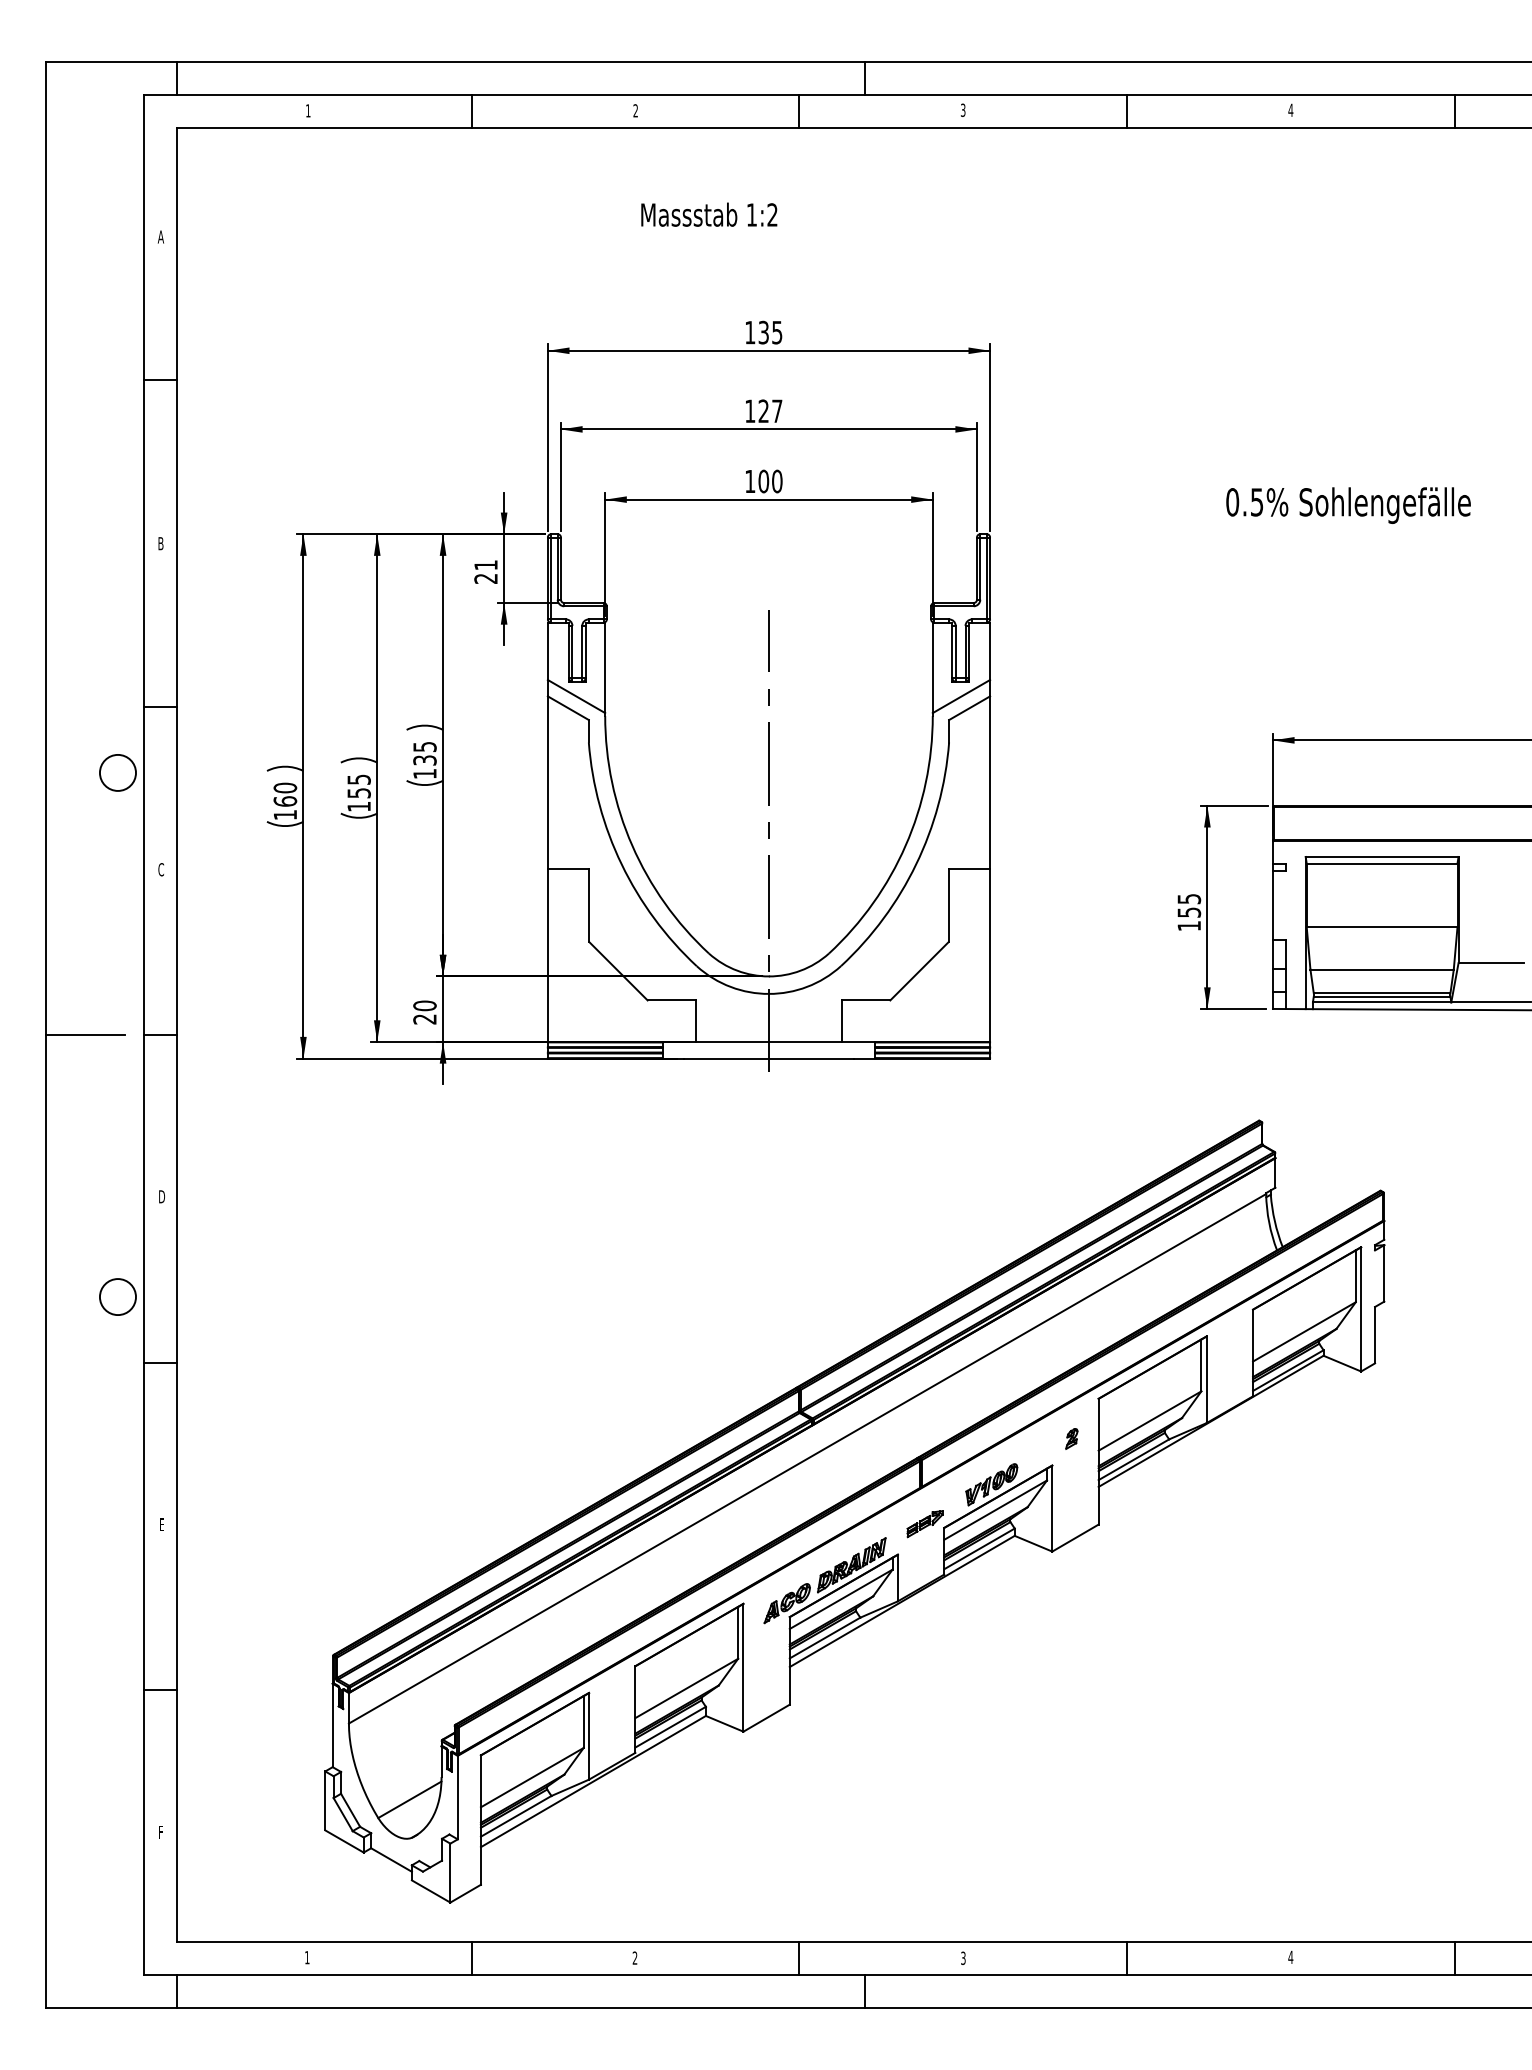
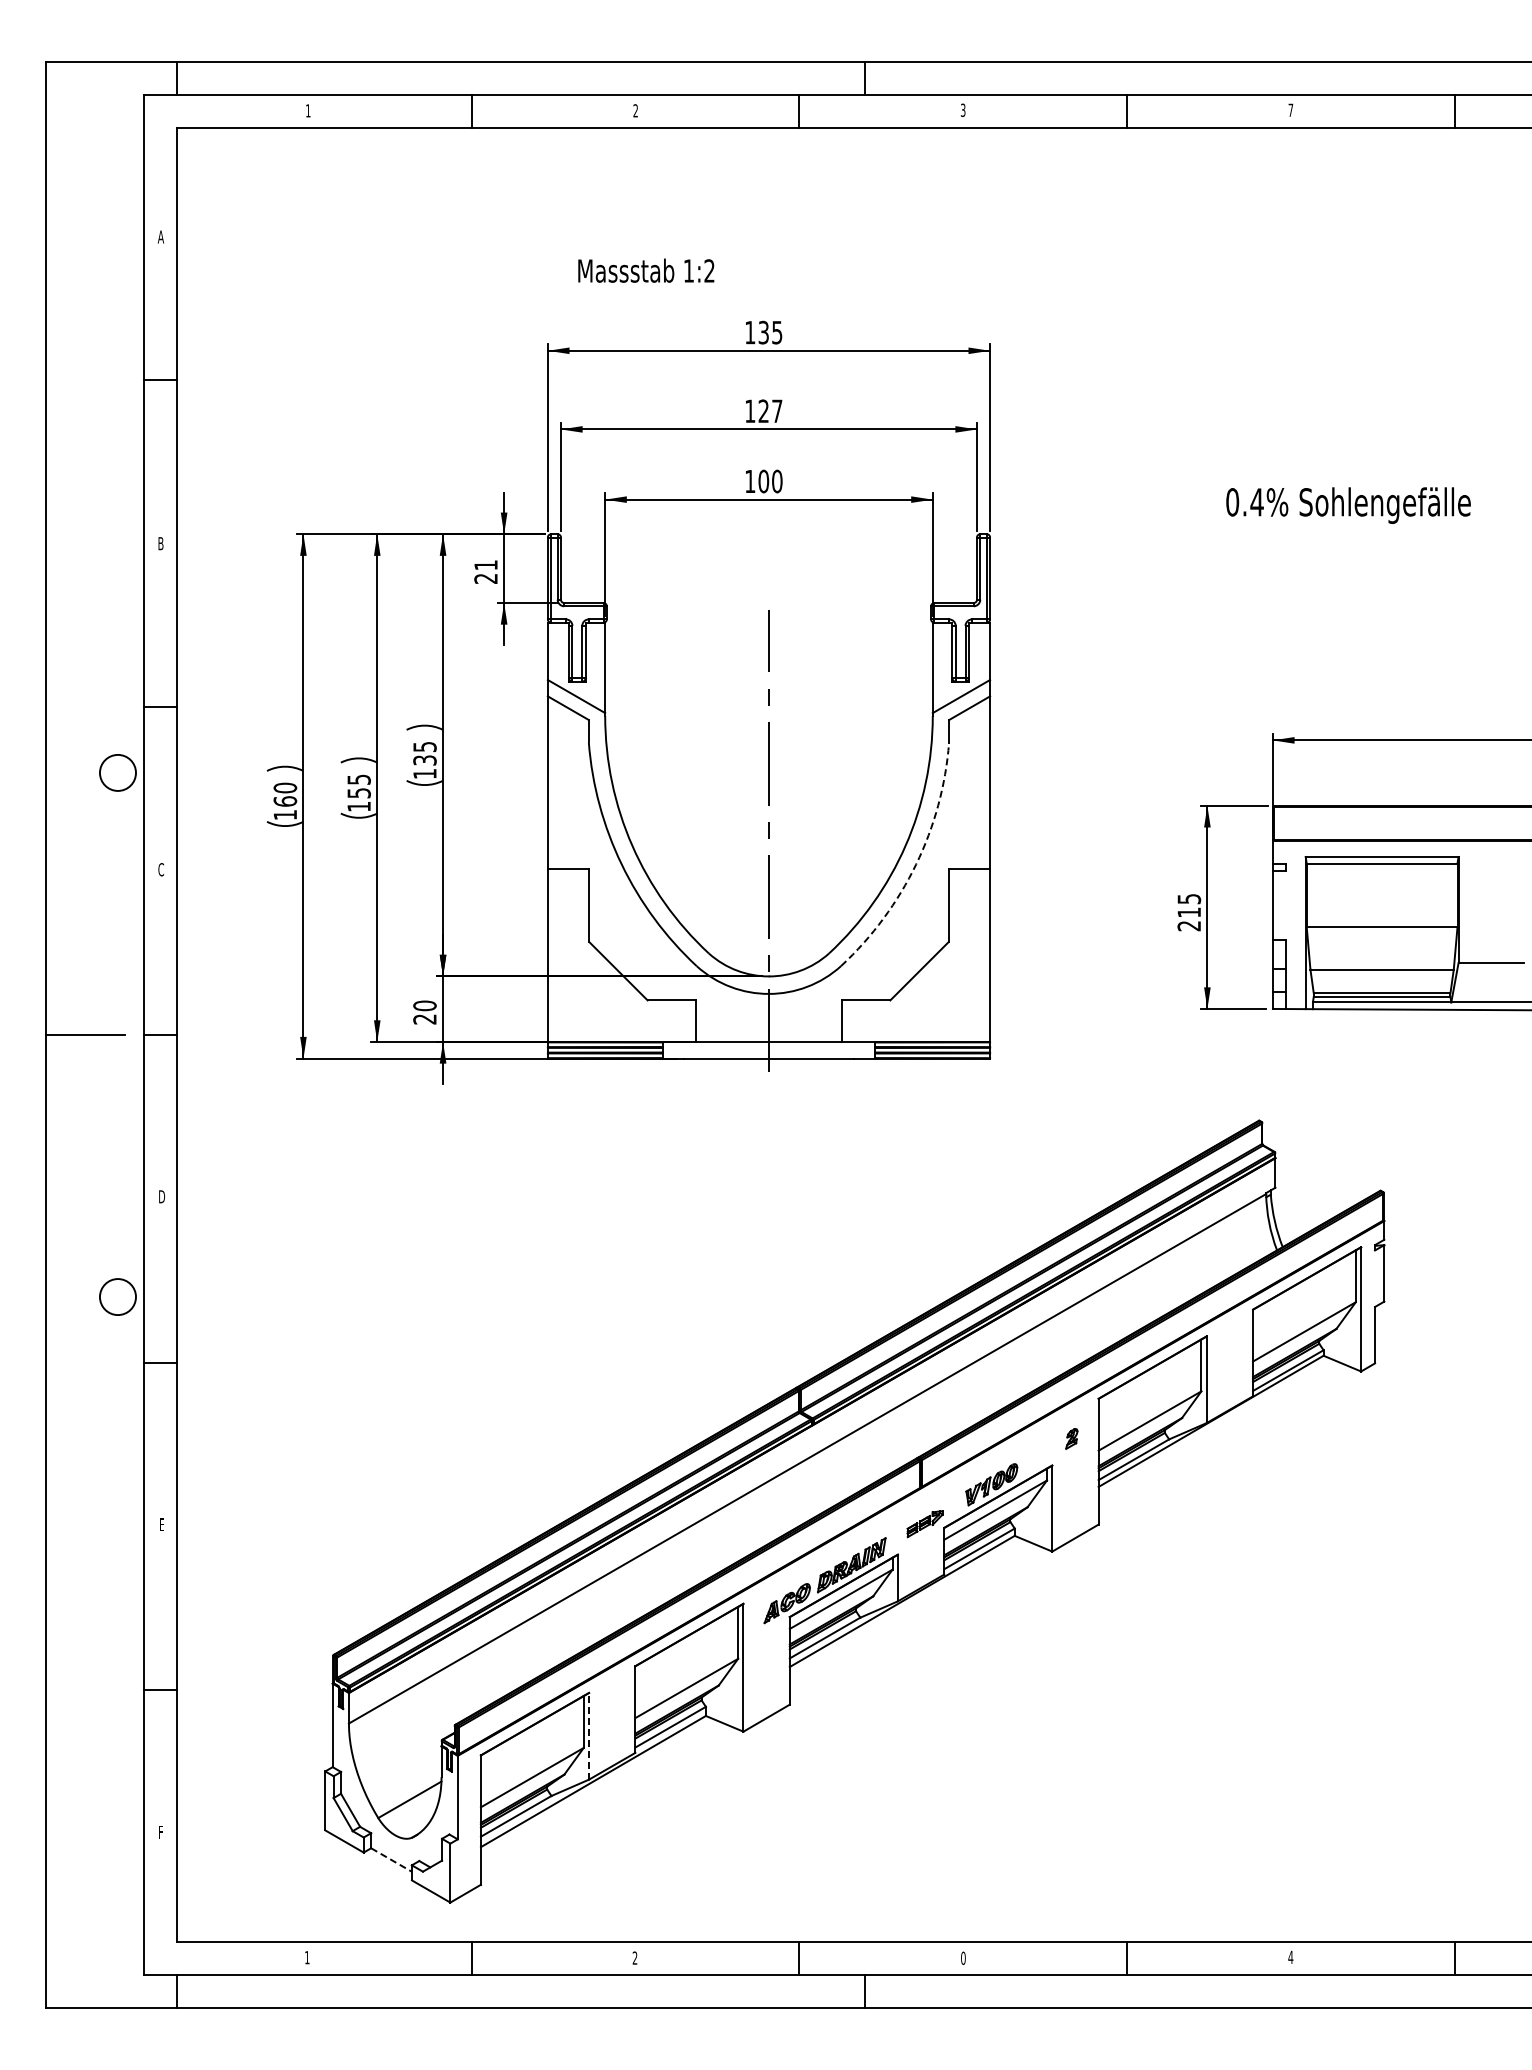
text at (1290, 109): 4 -> 7
text at (709, 214) position: (709, 214) -> (646, 270)
text at (1256, 502): 0.5% -> 0.4%
arc at (916, 864): solid -> dashed
text at (1189, 919): 155 -> 215
line at (589, 1735): solid -> dashed
line at (391, 1860): solid -> dashed
text at (963, 1957): 3 -> 0
